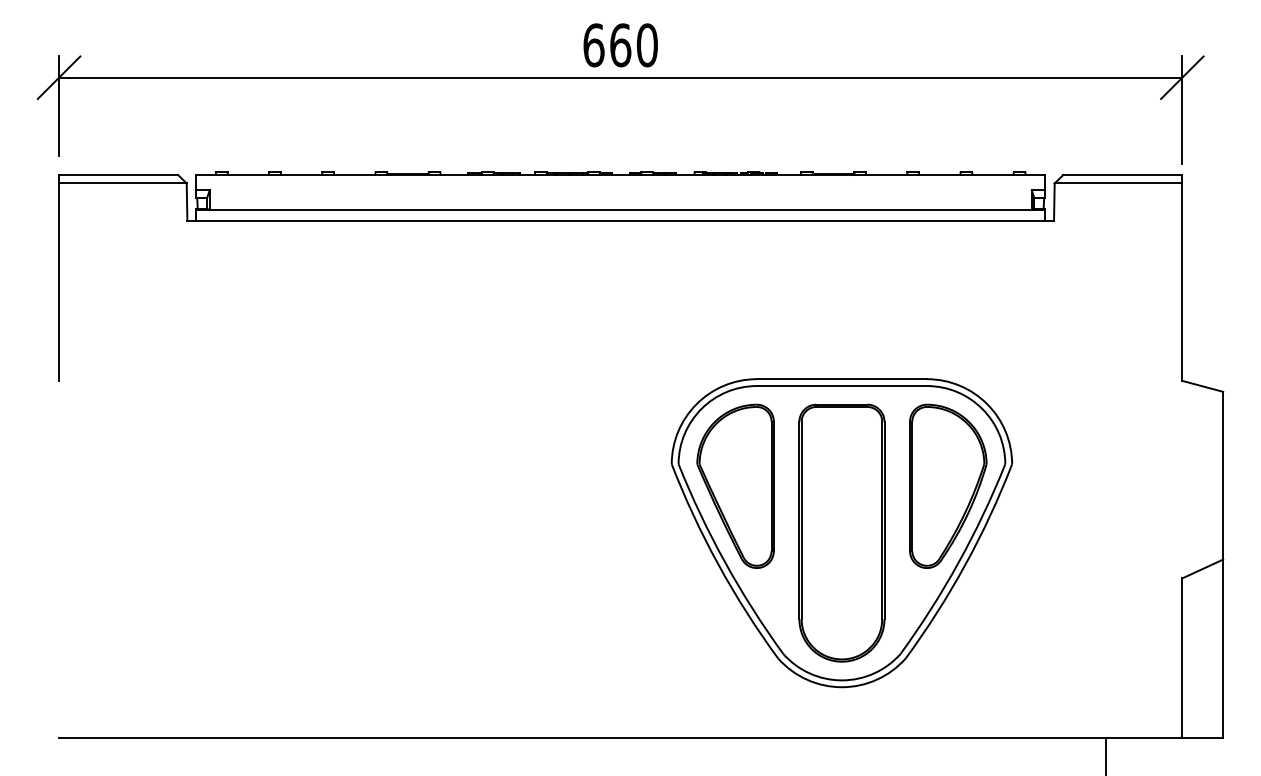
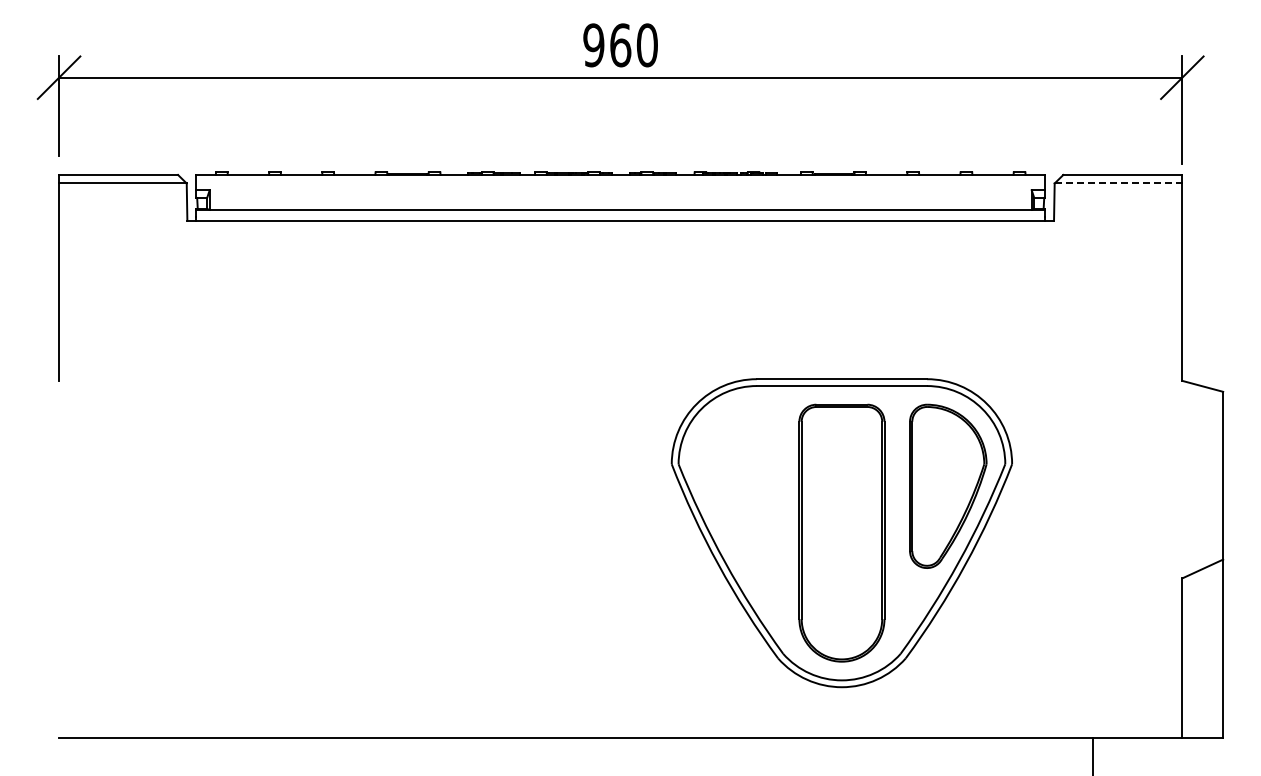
text at (593, 45): 660 -> 960
line at (1118, 183): solid -> dashed
part at (735, 485): present -> none
line at (1105, 755) position: (1105, 755) -> (1092, 755)
